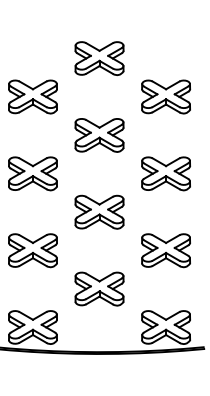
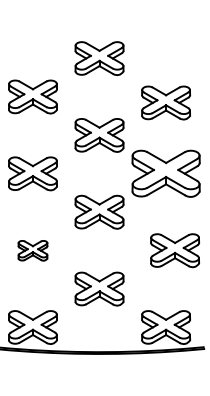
part at (166, 96) position: (166, 96) -> (166, 102)
part at (165, 173) size: 50x36 px -> 70x49 px
part at (32, 250) size: 50x36 px -> 32x22 px
part at (165, 250) position: (165, 250) -> (174, 250)
